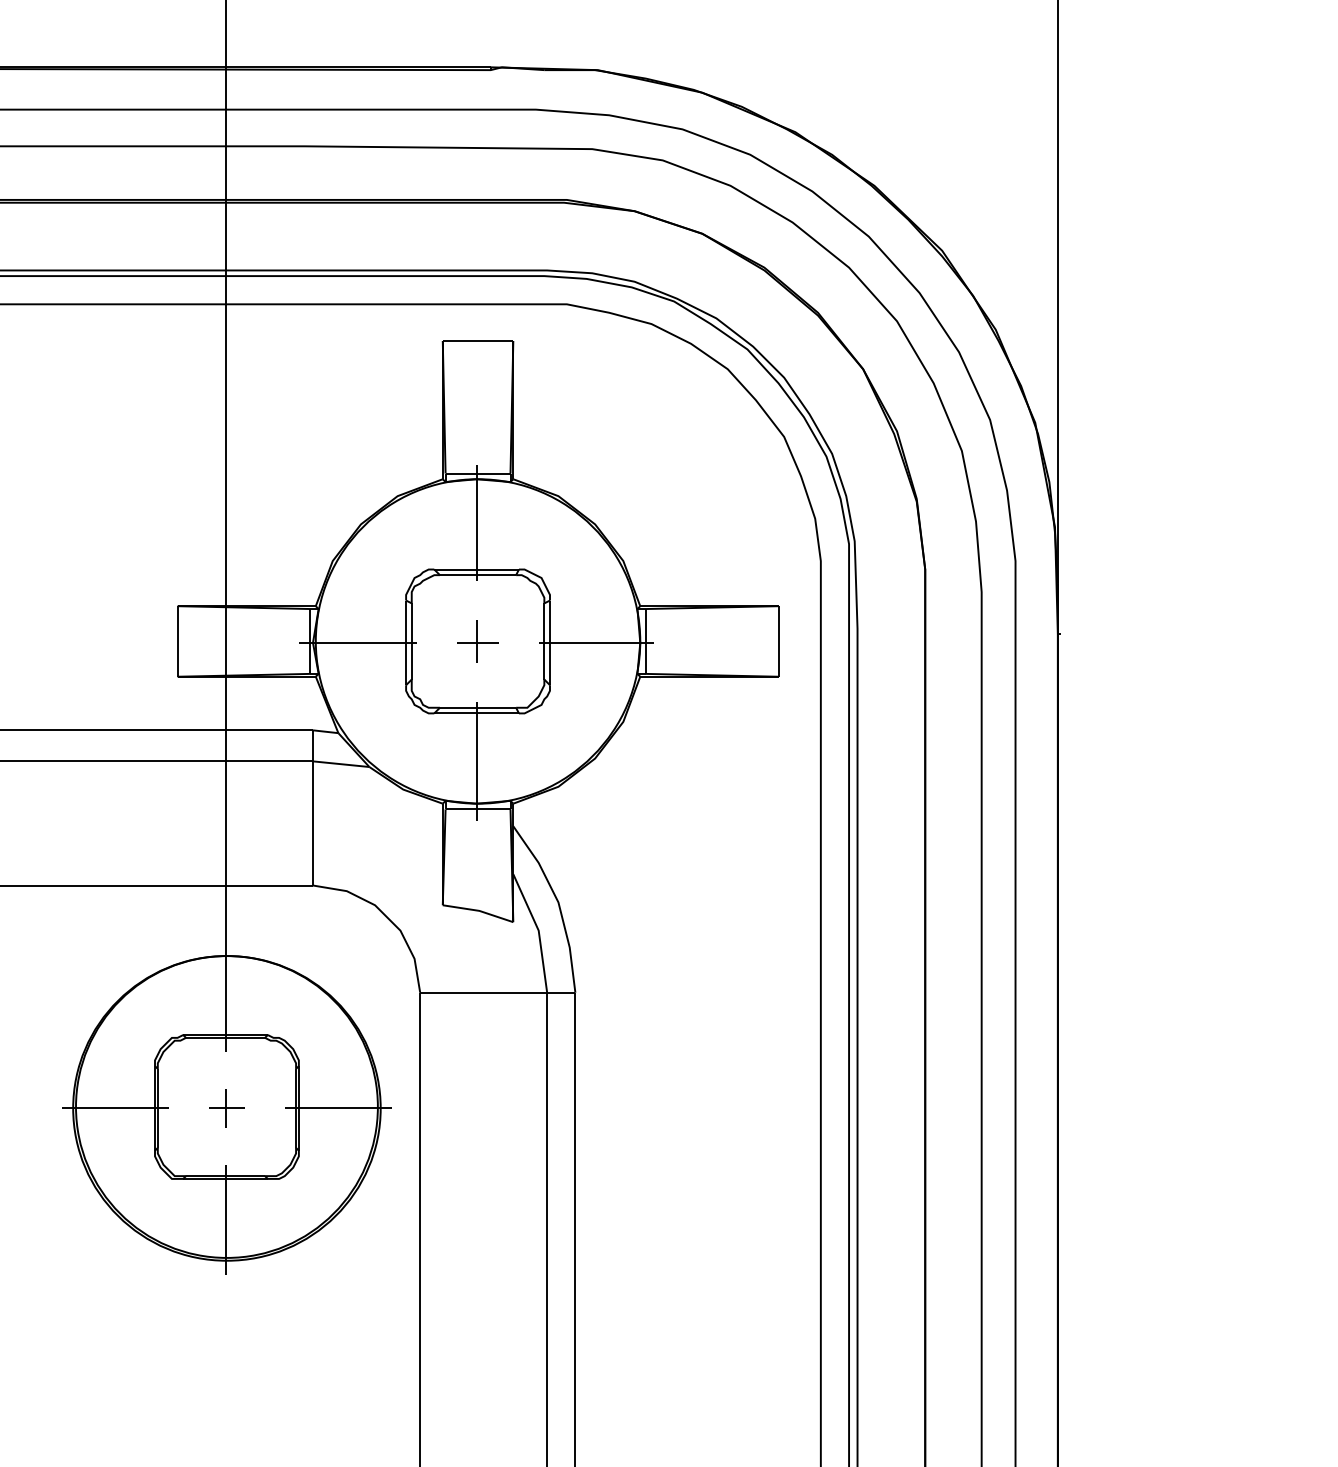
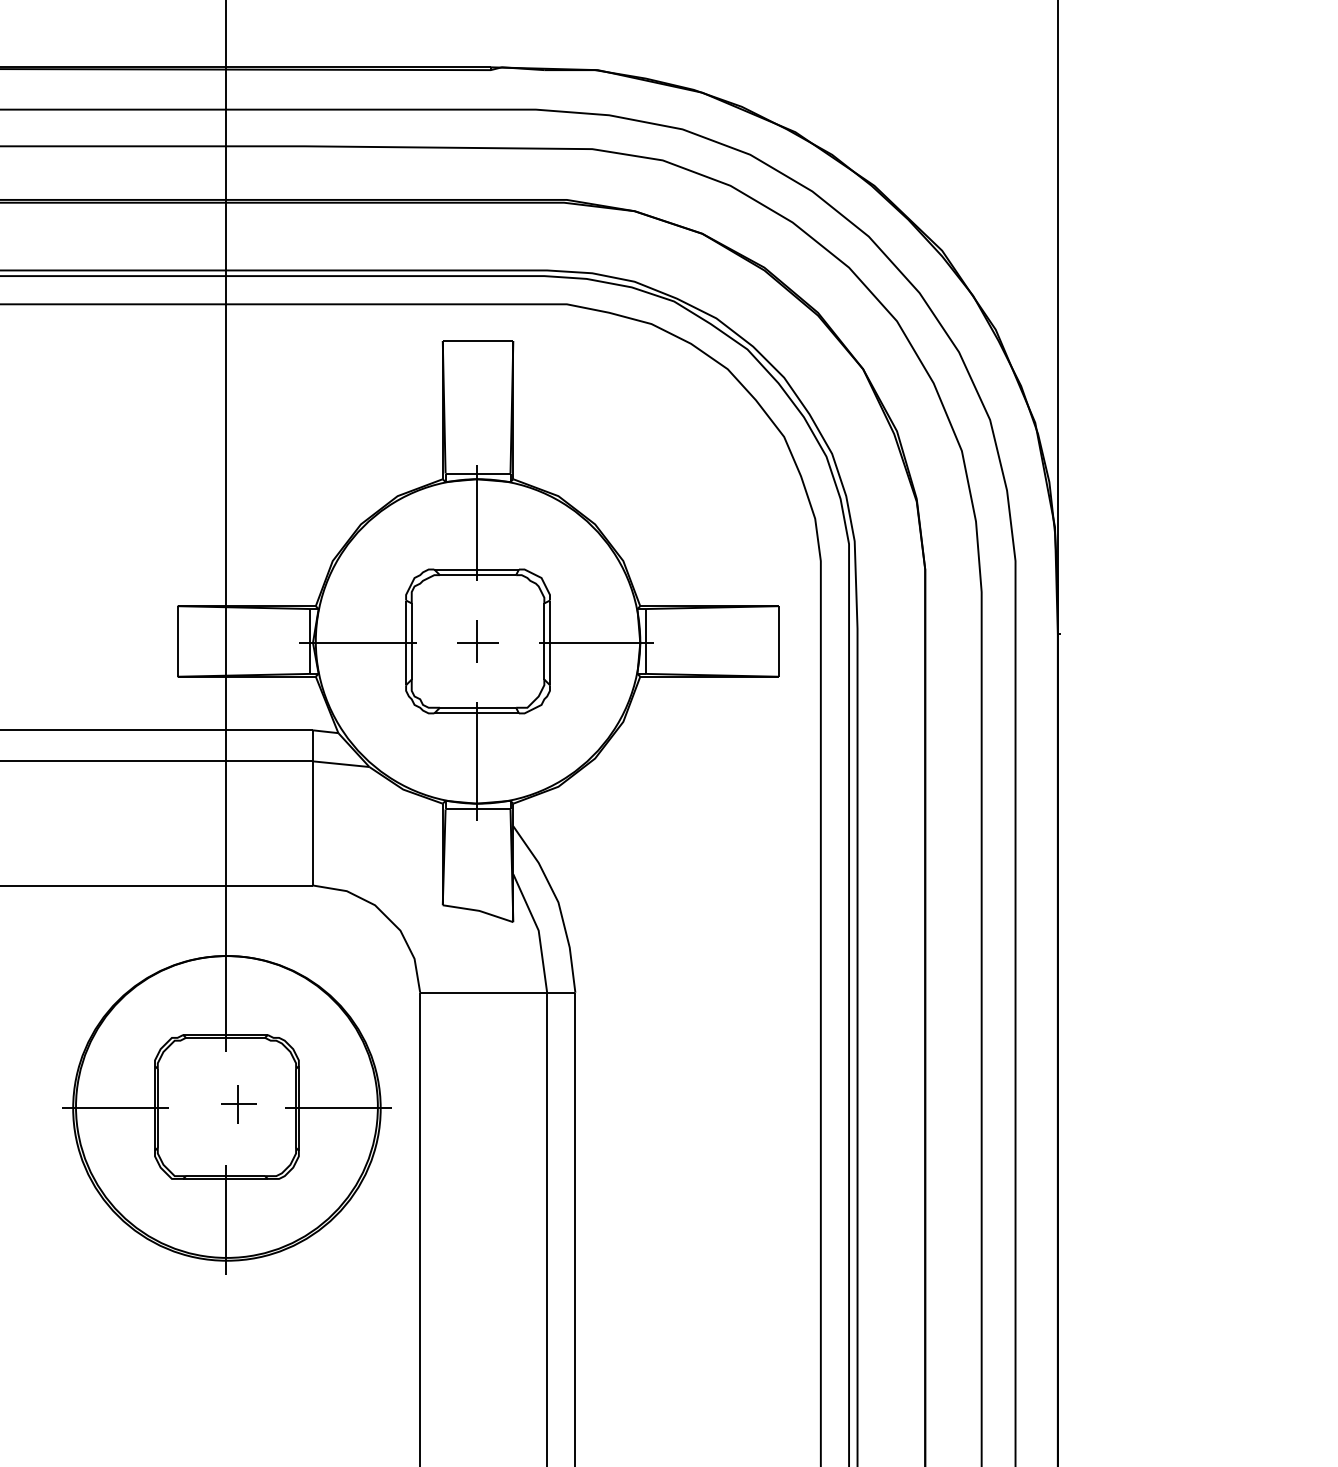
part at (226, 1108) position: (226, 1108) -> (238, 1104)
